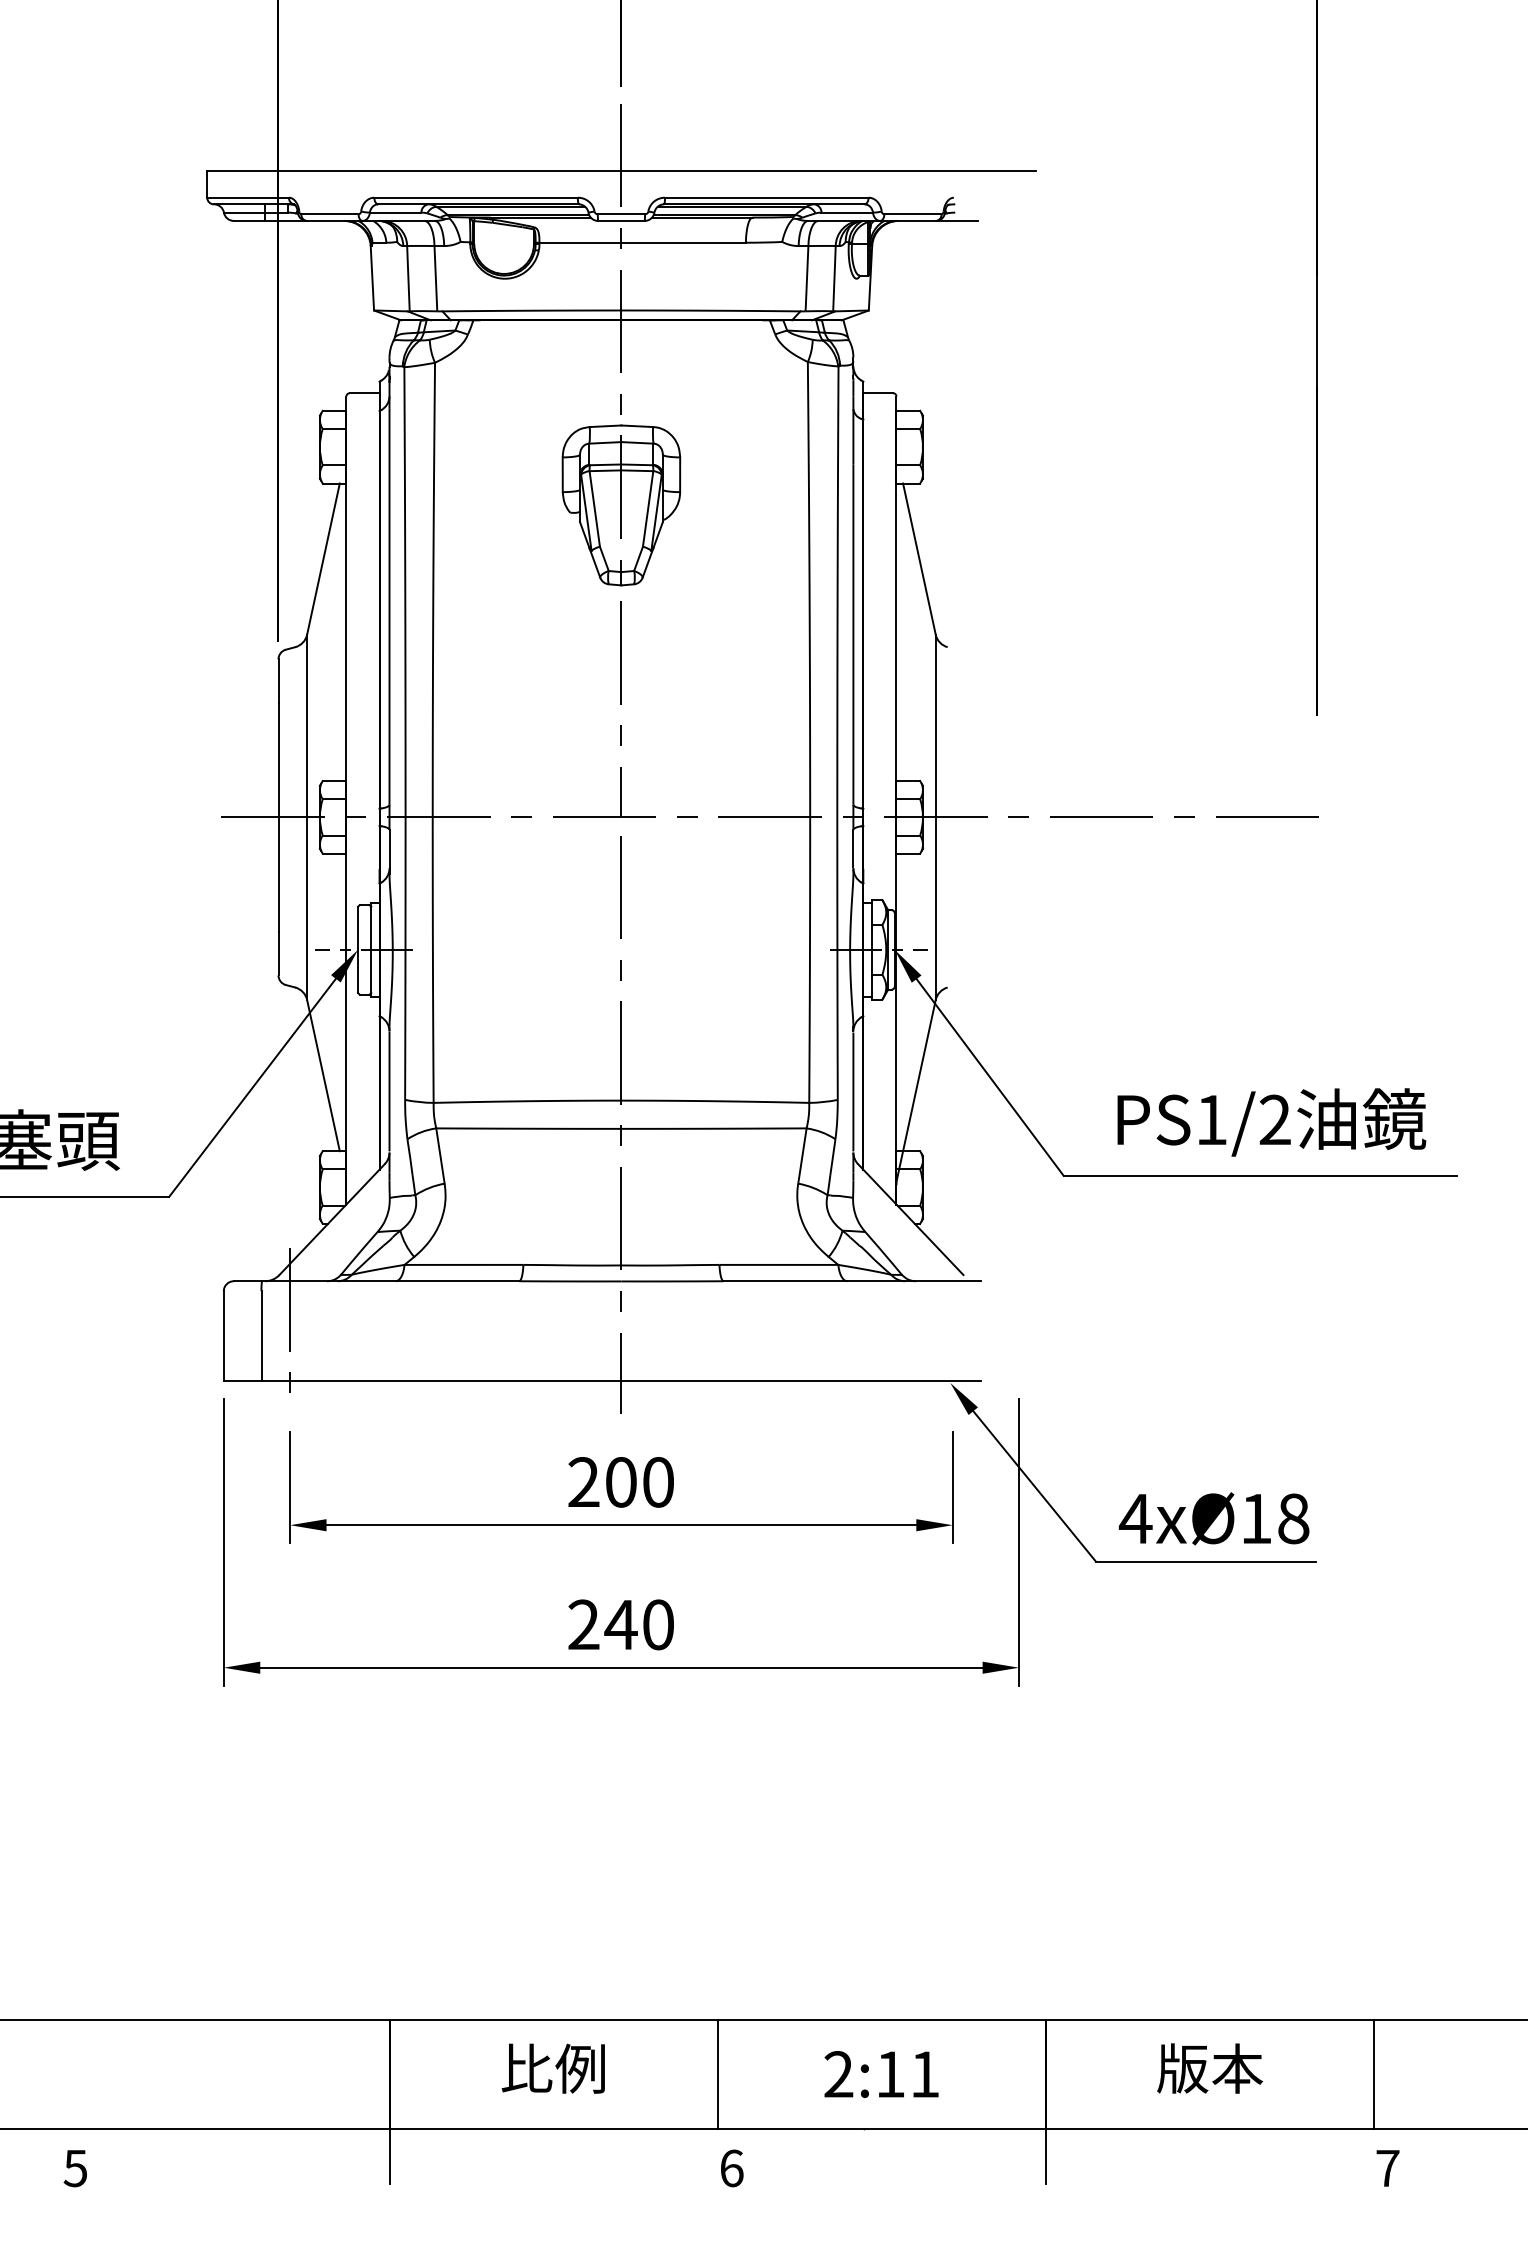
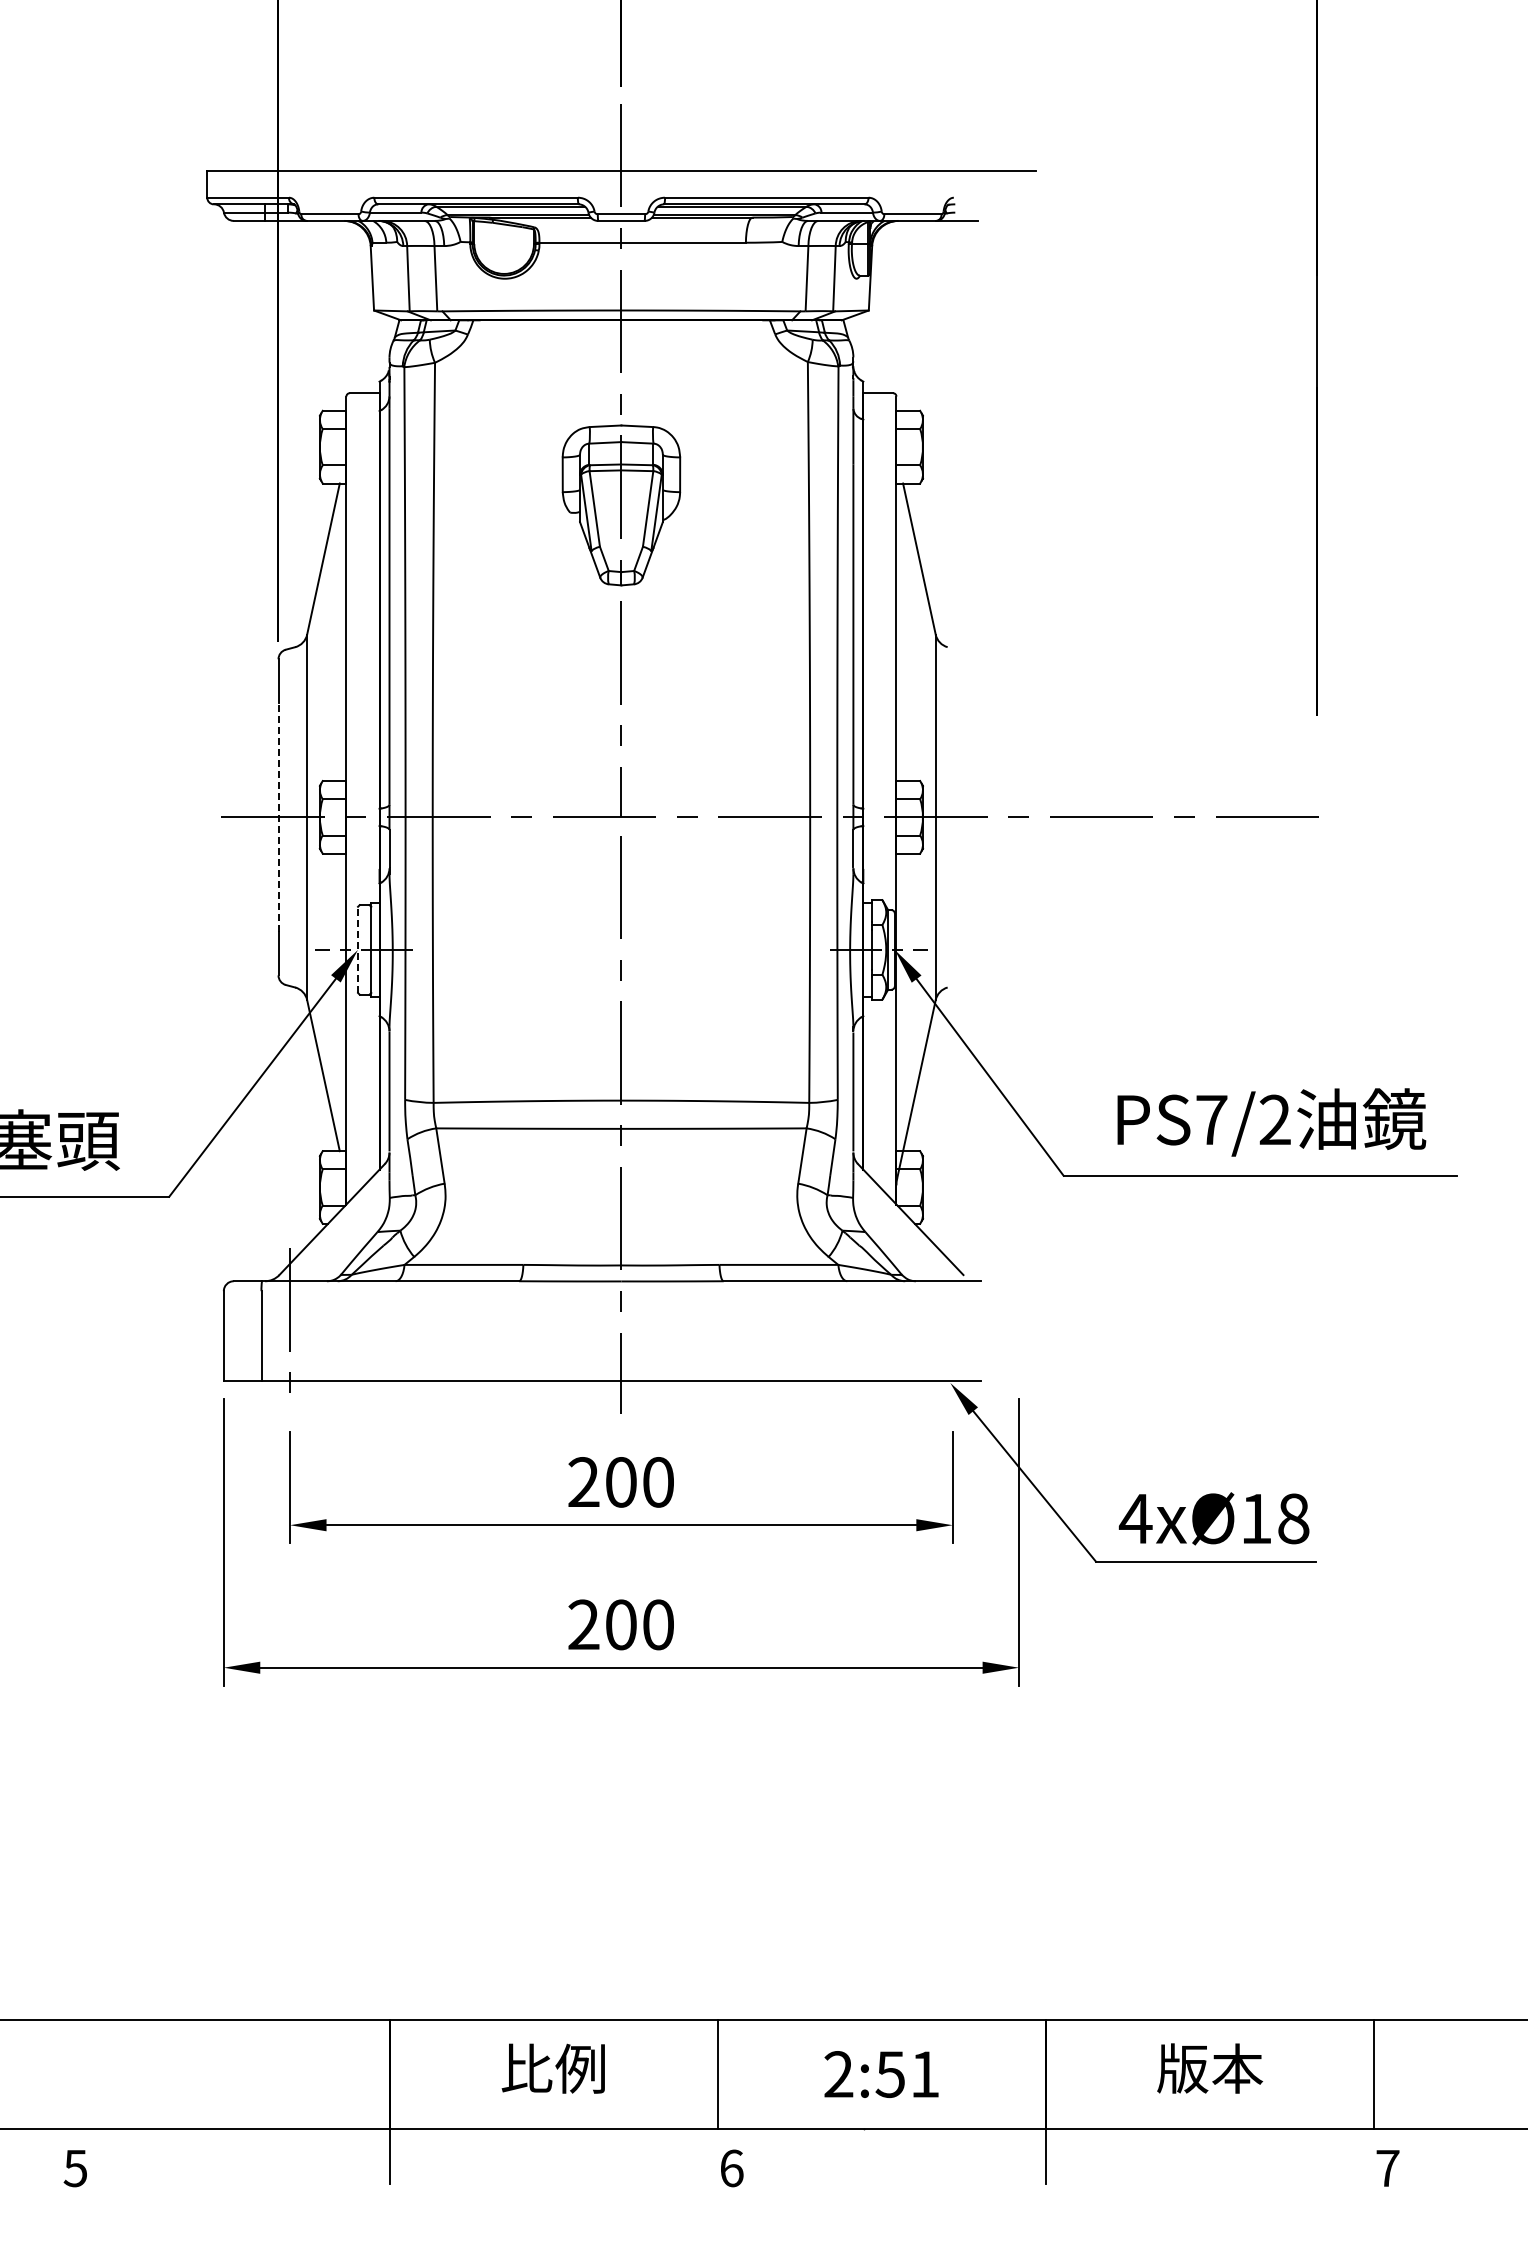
line at (278, 816): solid -> dashed
line at (358, 949): solid -> dashed
text at (1211, 1119): PS1/2 -> PS7/2
text at (620, 1624): 240 -> 200
text at (889, 2074): 2:11 -> 2:51
